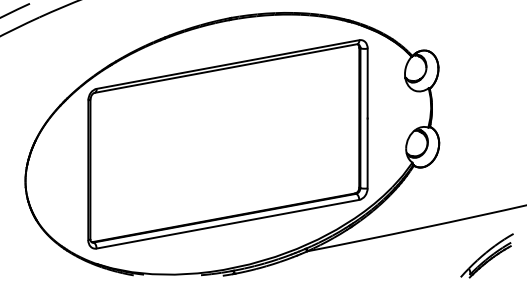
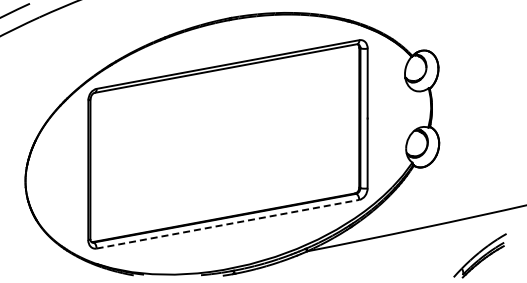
line at (227, 224): solid -> dashed
part at (486, 255) position: (486, 255) -> (479, 255)
